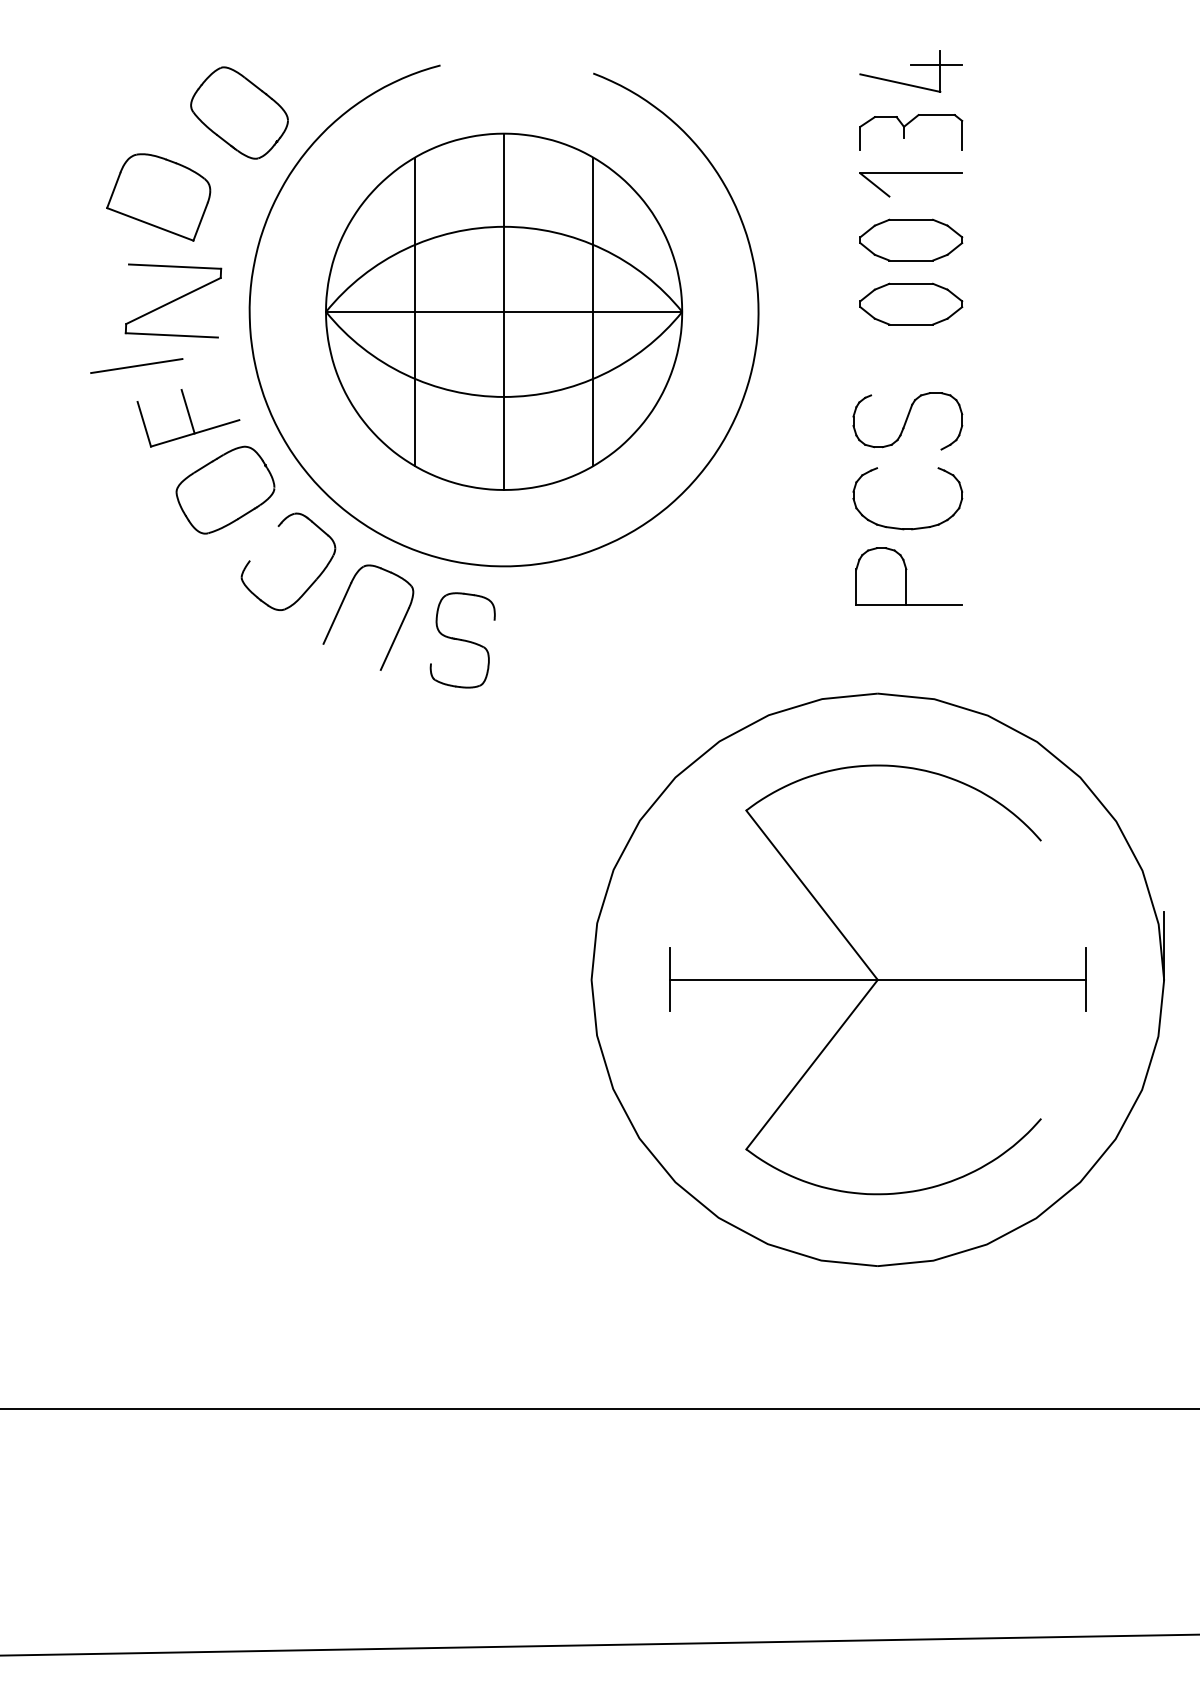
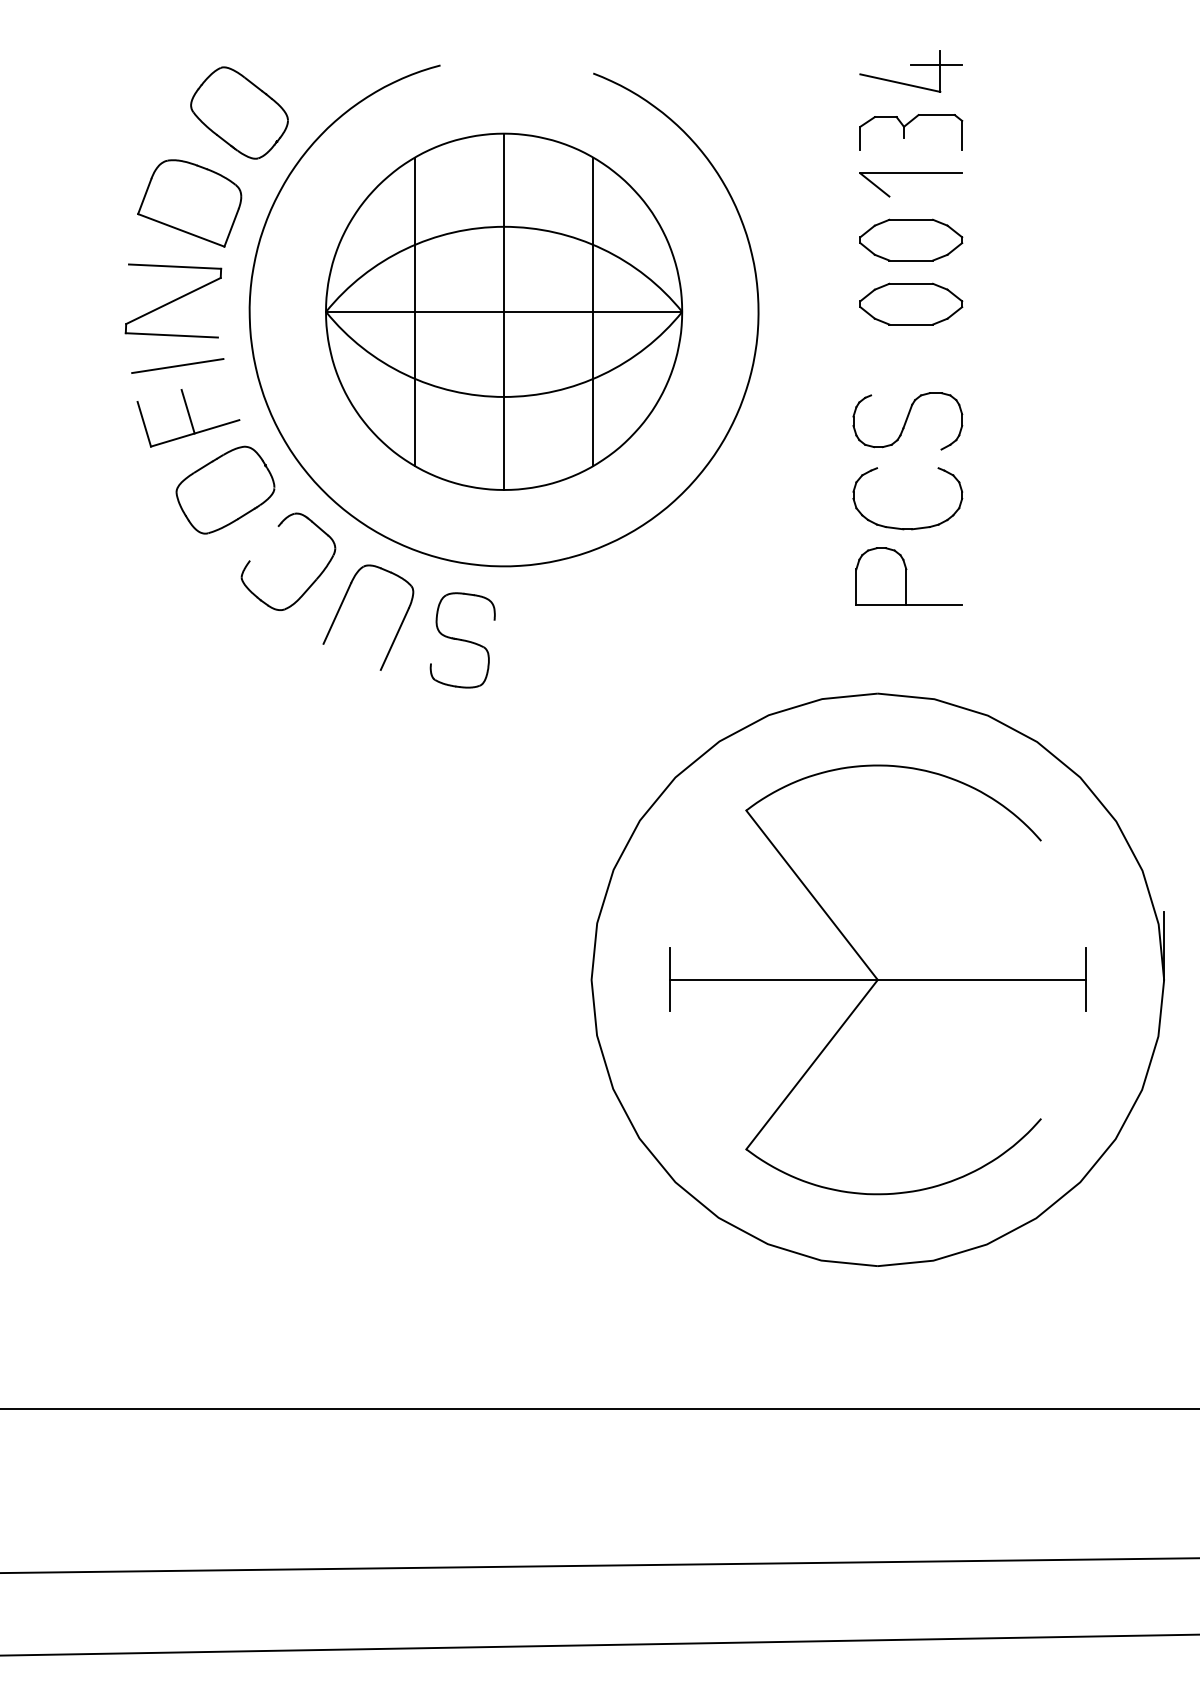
part at (158, 197) position: (158, 197) -> (189, 203)
line at (136, 365) position: (136, 365) -> (177, 365)
line at (599, 1565): none -> present
